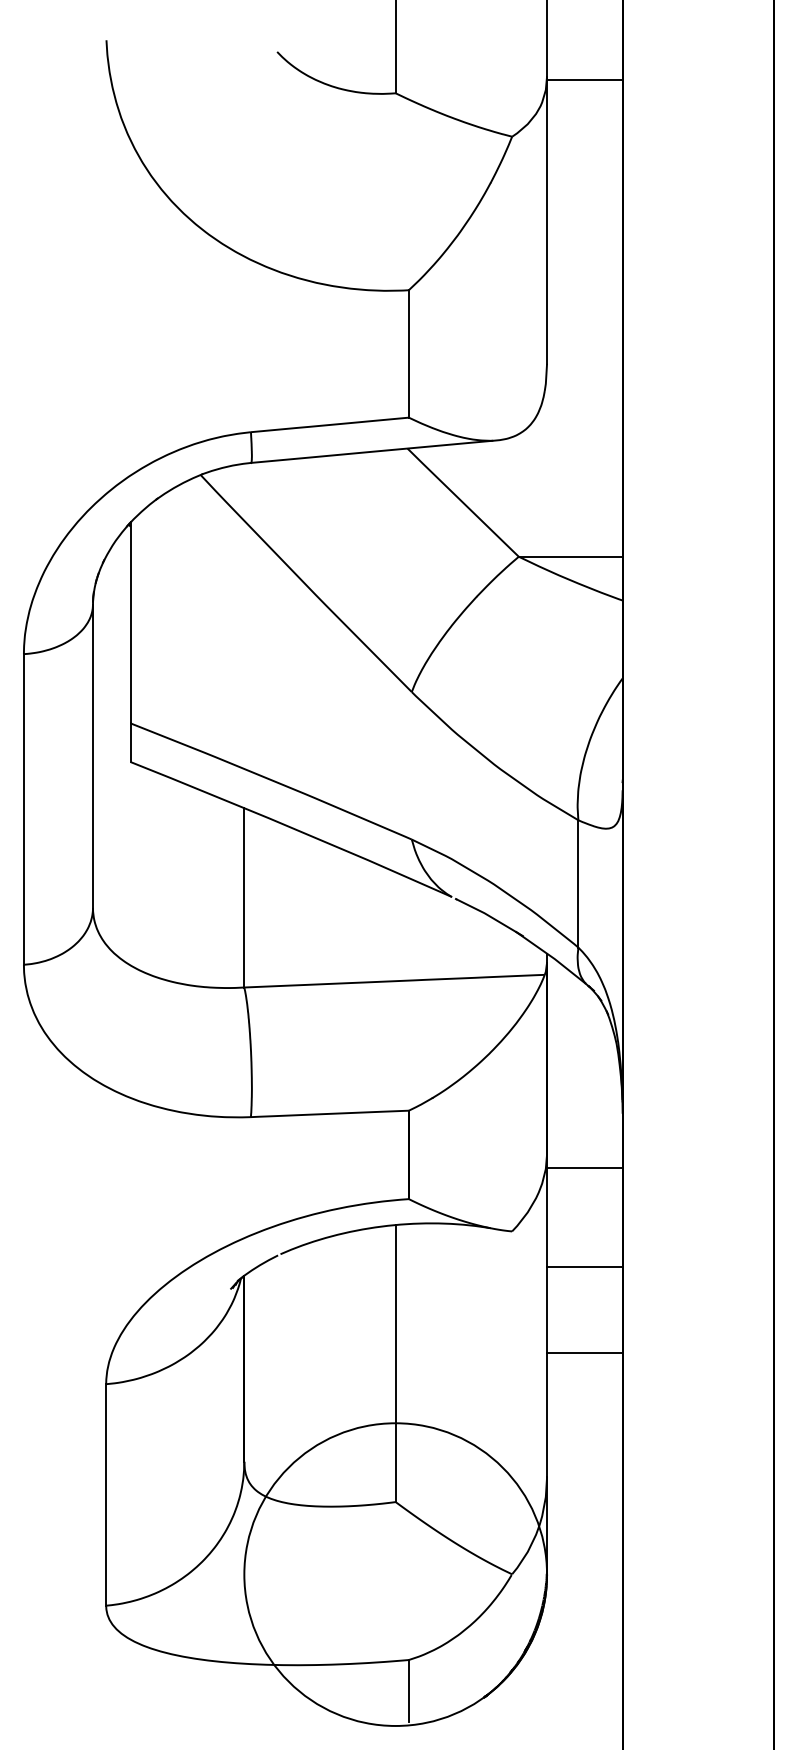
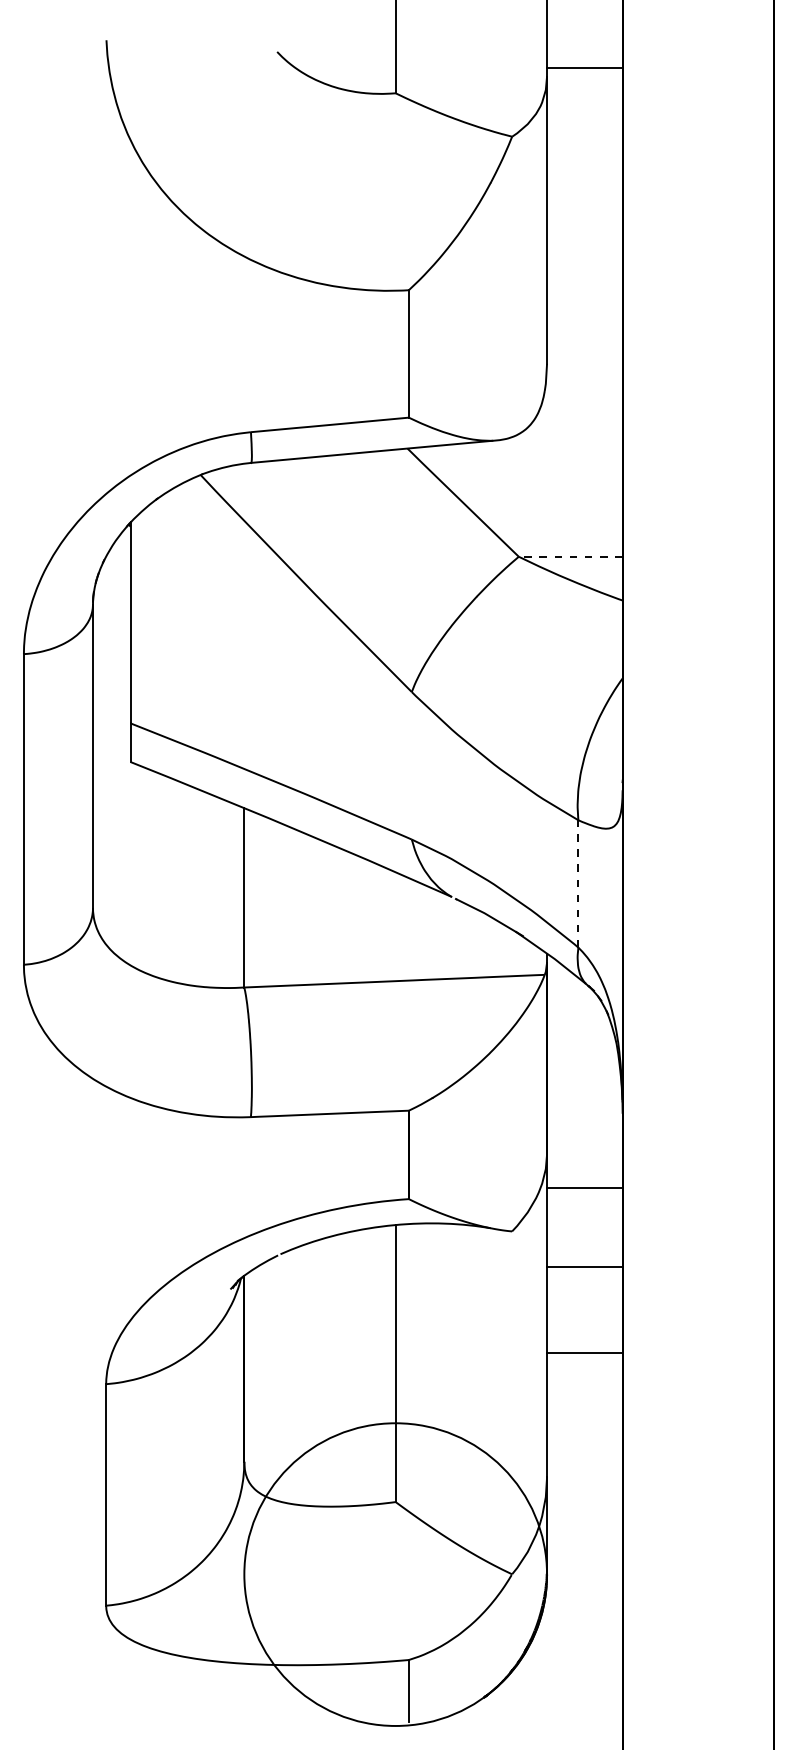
line at (584, 79) position: (584, 79) -> (584, 67)
line at (570, 556): solid -> dashed
line at (578, 883): solid -> dashed
line at (584, 1167) position: (584, 1167) -> (584, 1187)
